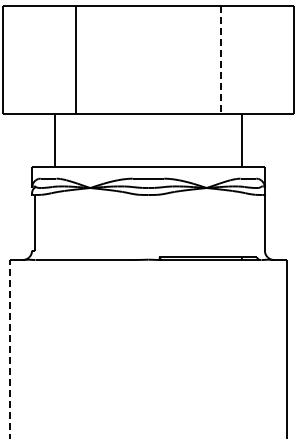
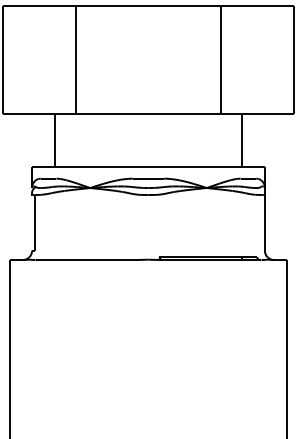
line at (221, 59): dashed -> solid
line at (10, 348): dashed -> solid
